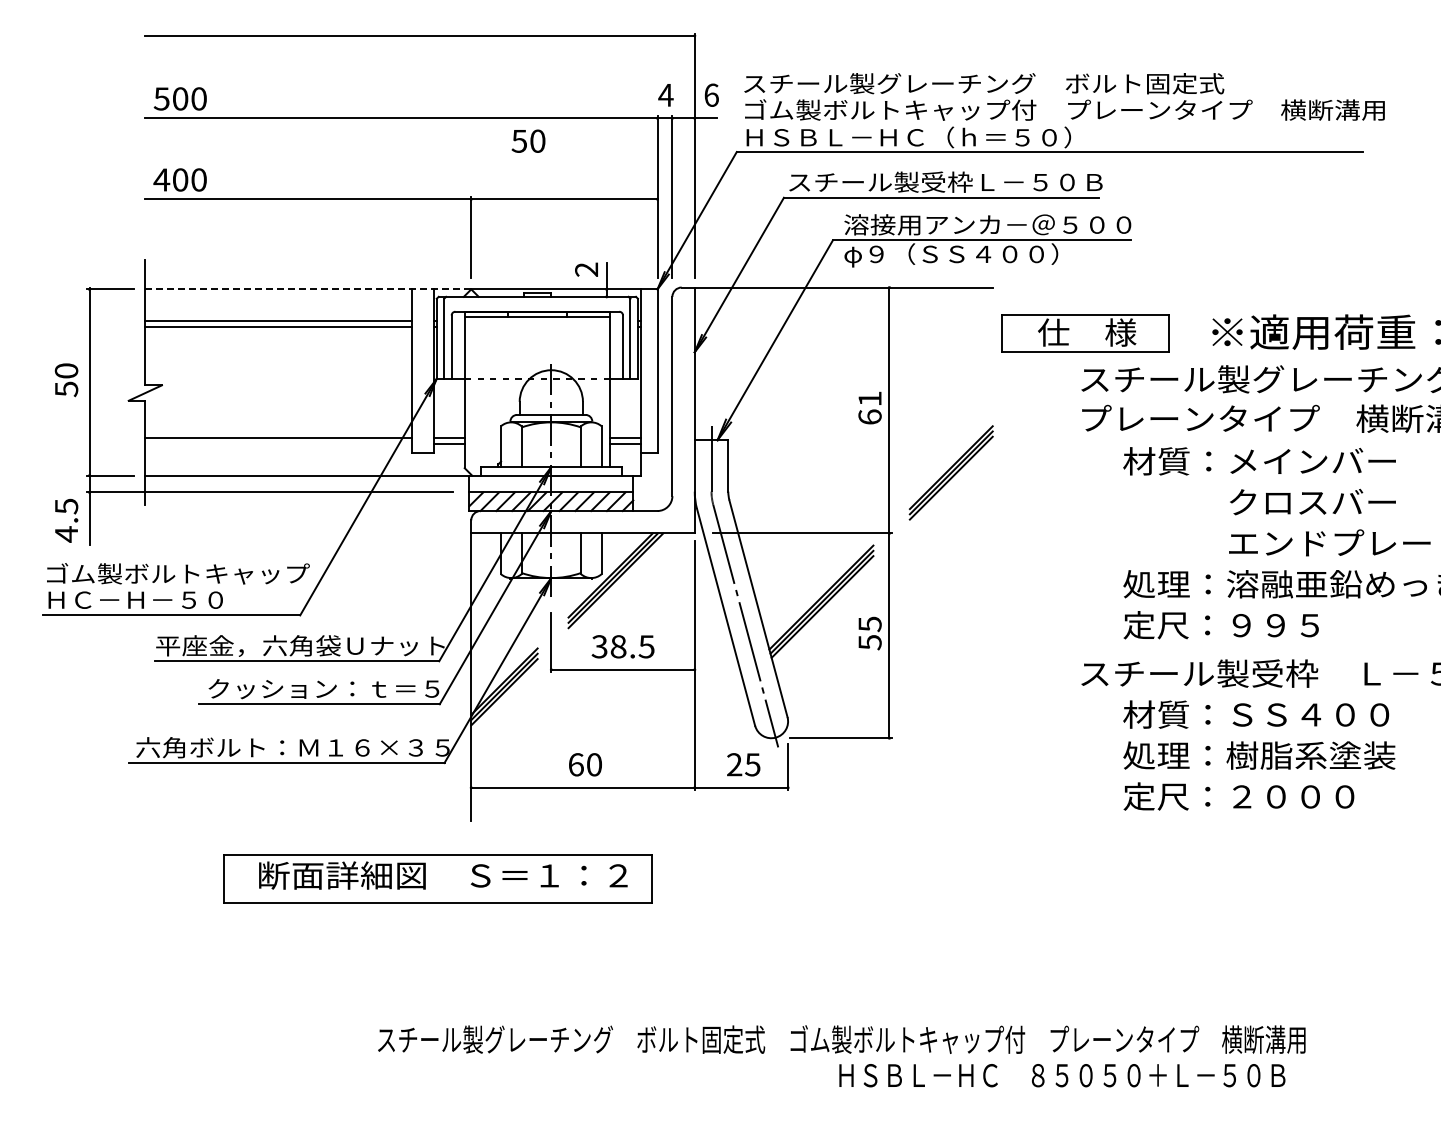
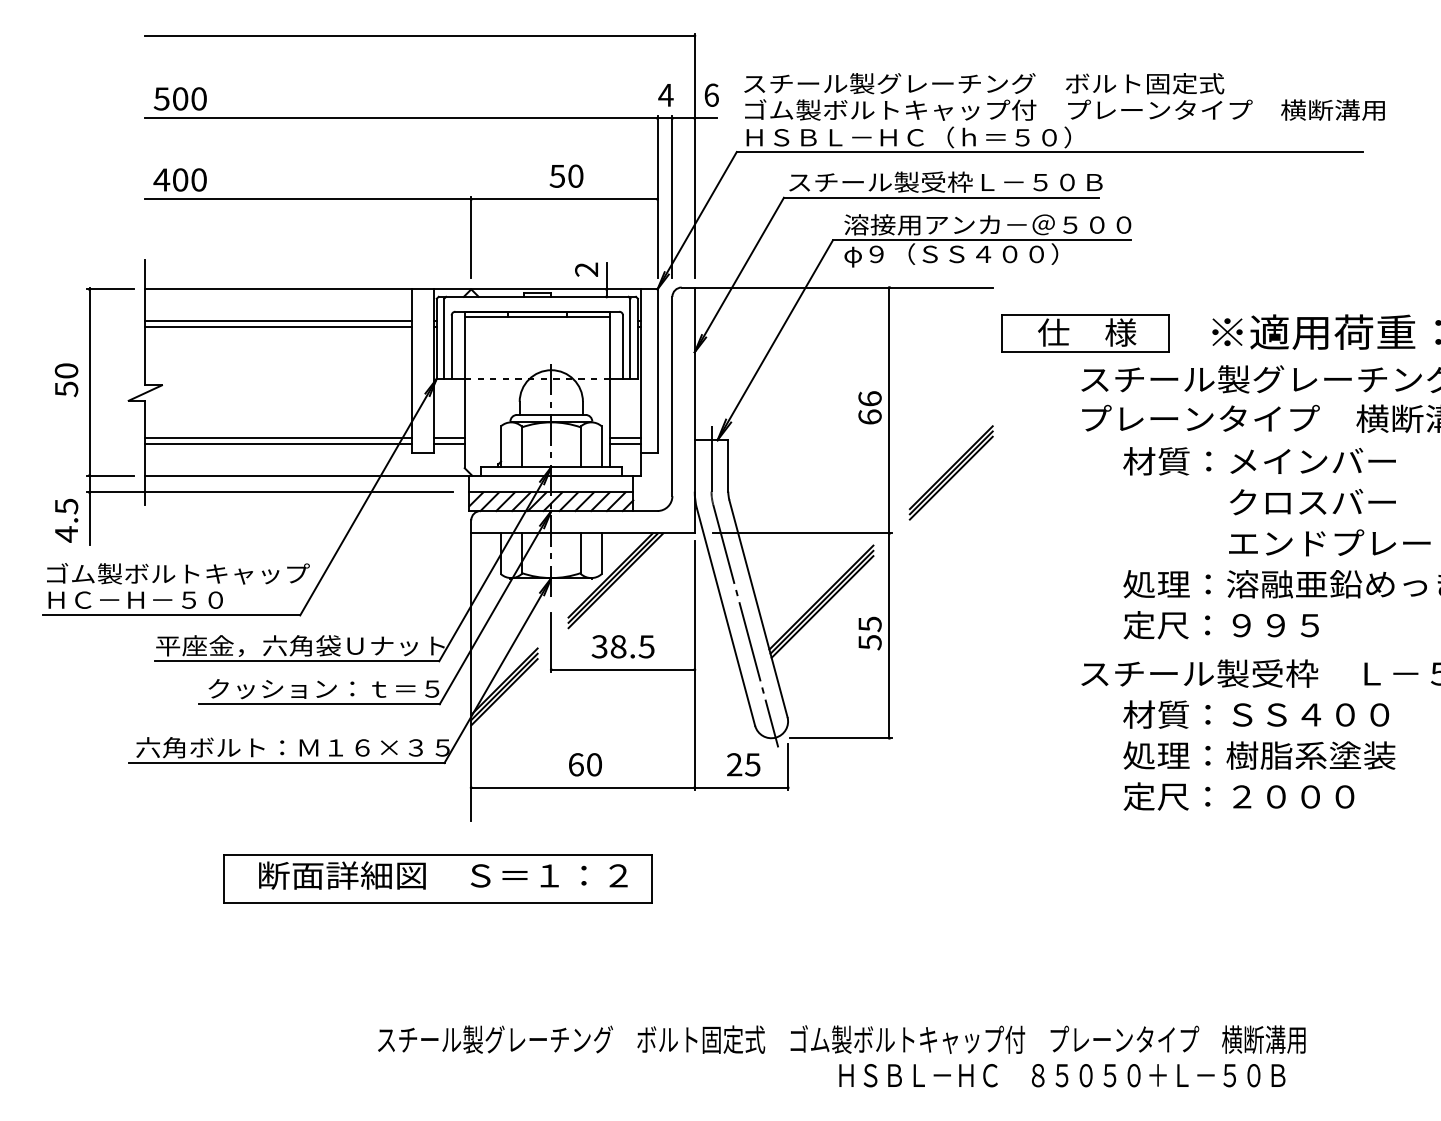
text at (528, 140) position: (528, 140) -> (566, 175)
line at (307, 289): dashed -> solid
text at (869, 398): 61 -> 66
line at (278, 443): none -> present
